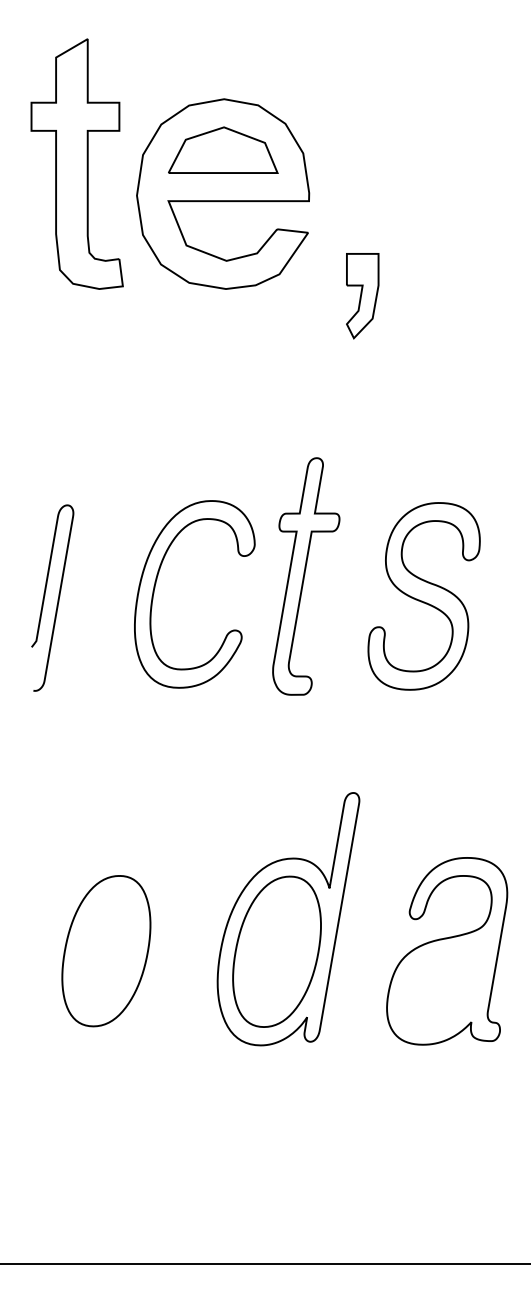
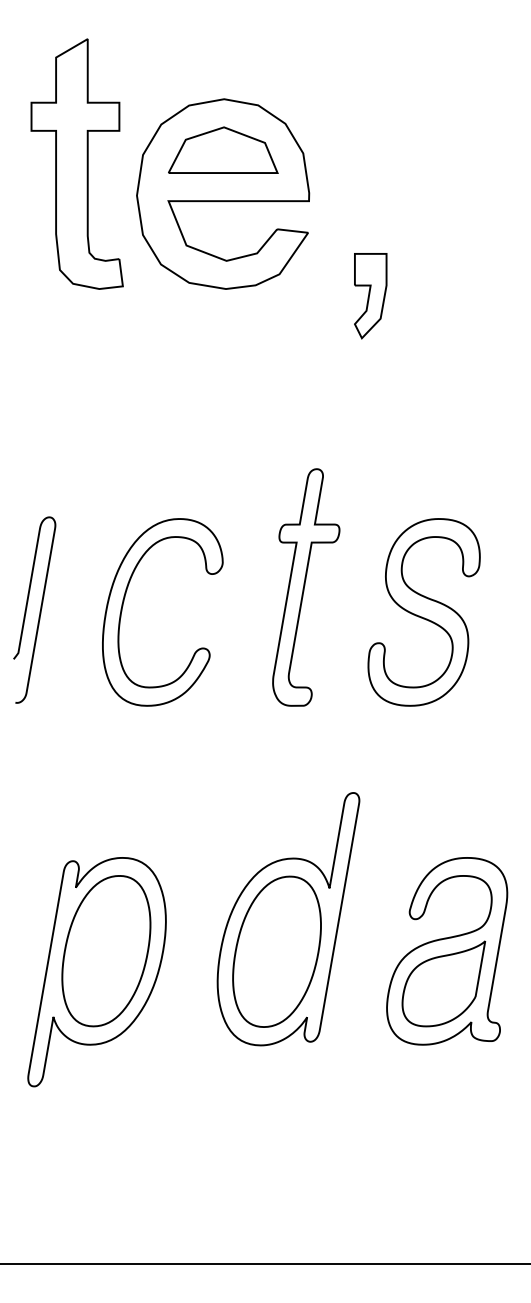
part at (362, 296) position: (362, 296) -> (370, 296)
part at (306, 576) position: (306, 576) -> (306, 587)
part at (155, 588) position: (155, 588) -> (123, 606)
part at (423, 596) position: (423, 596) -> (423, 612)
curve at (57, 599) position: (57, 599) -> (39, 611)
part at (96, 972): none -> present
part at (443, 983): none -> present
